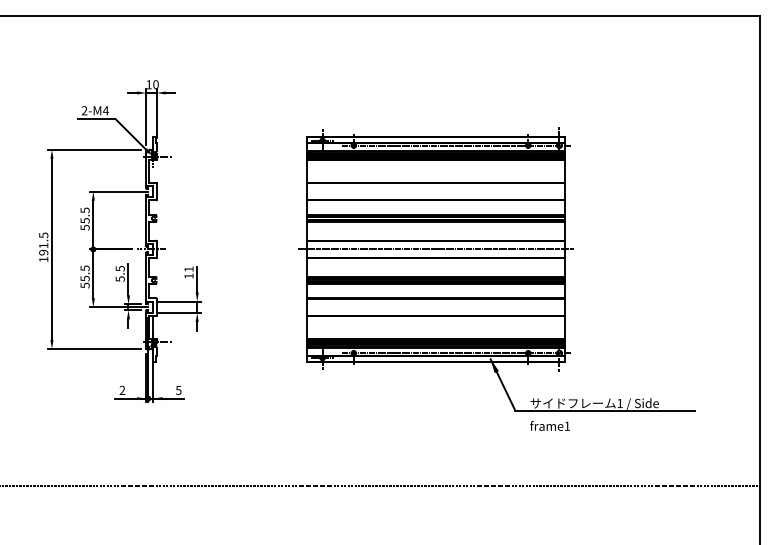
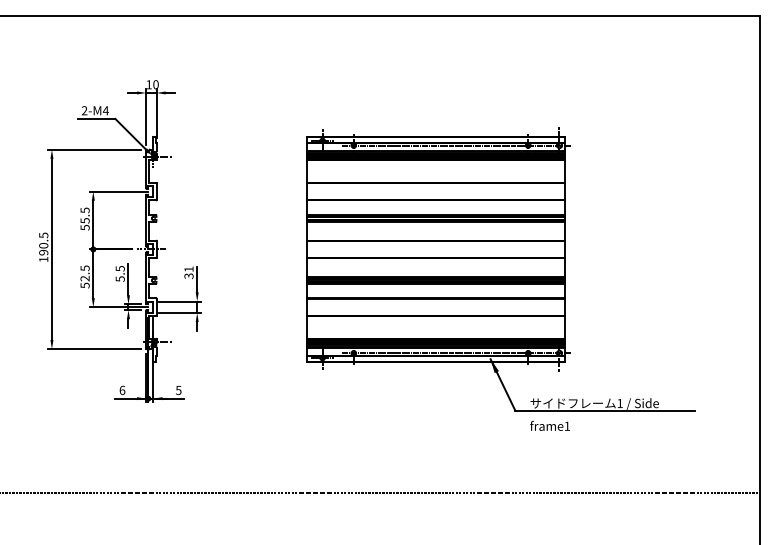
text at (43, 245): 191.5 -> 190.5
line at (435, 249): present -> none
text at (188, 275): 11 -> 31
text at (84, 278): 55.5 -> 52.5
text at (122, 390): 2 -> 6
line at (381, 486) position: (381, 486) -> (381, 493)
